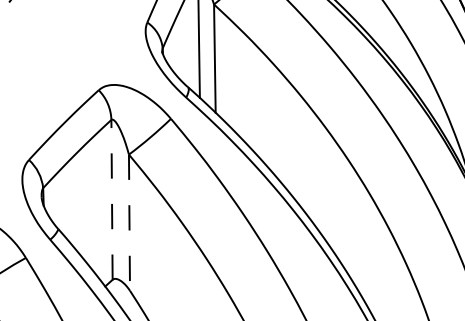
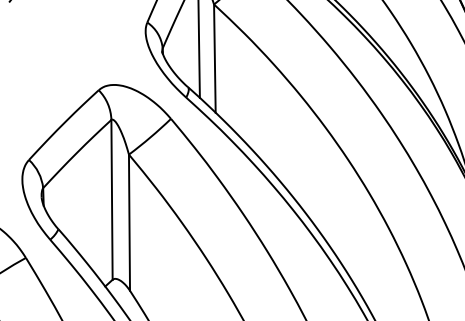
line at (112, 199): dashed -> solid
line at (129, 223): dashed -> solid
